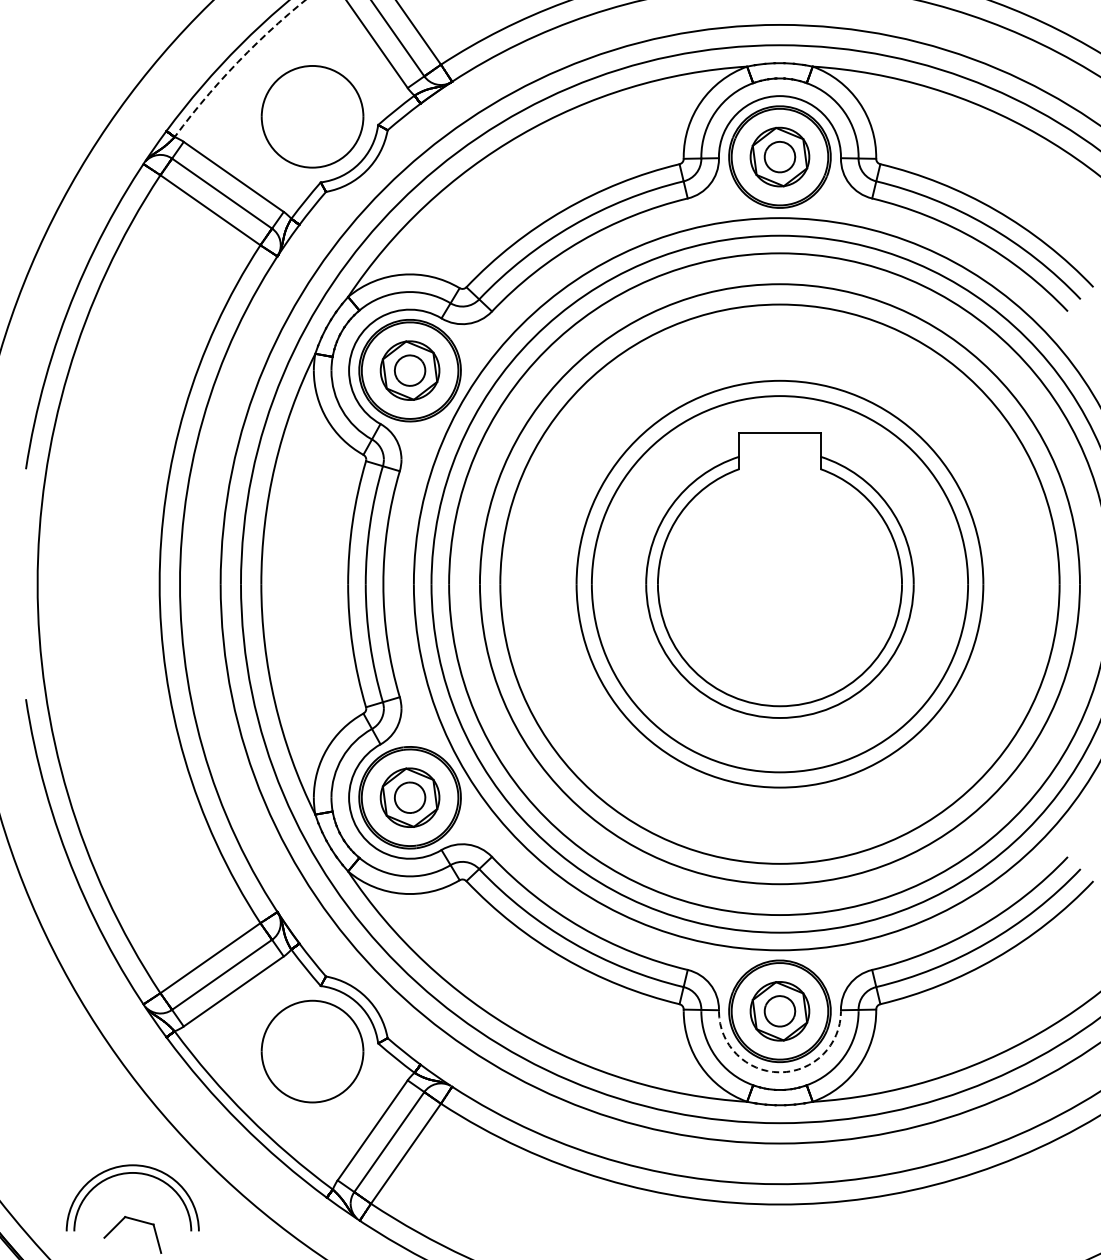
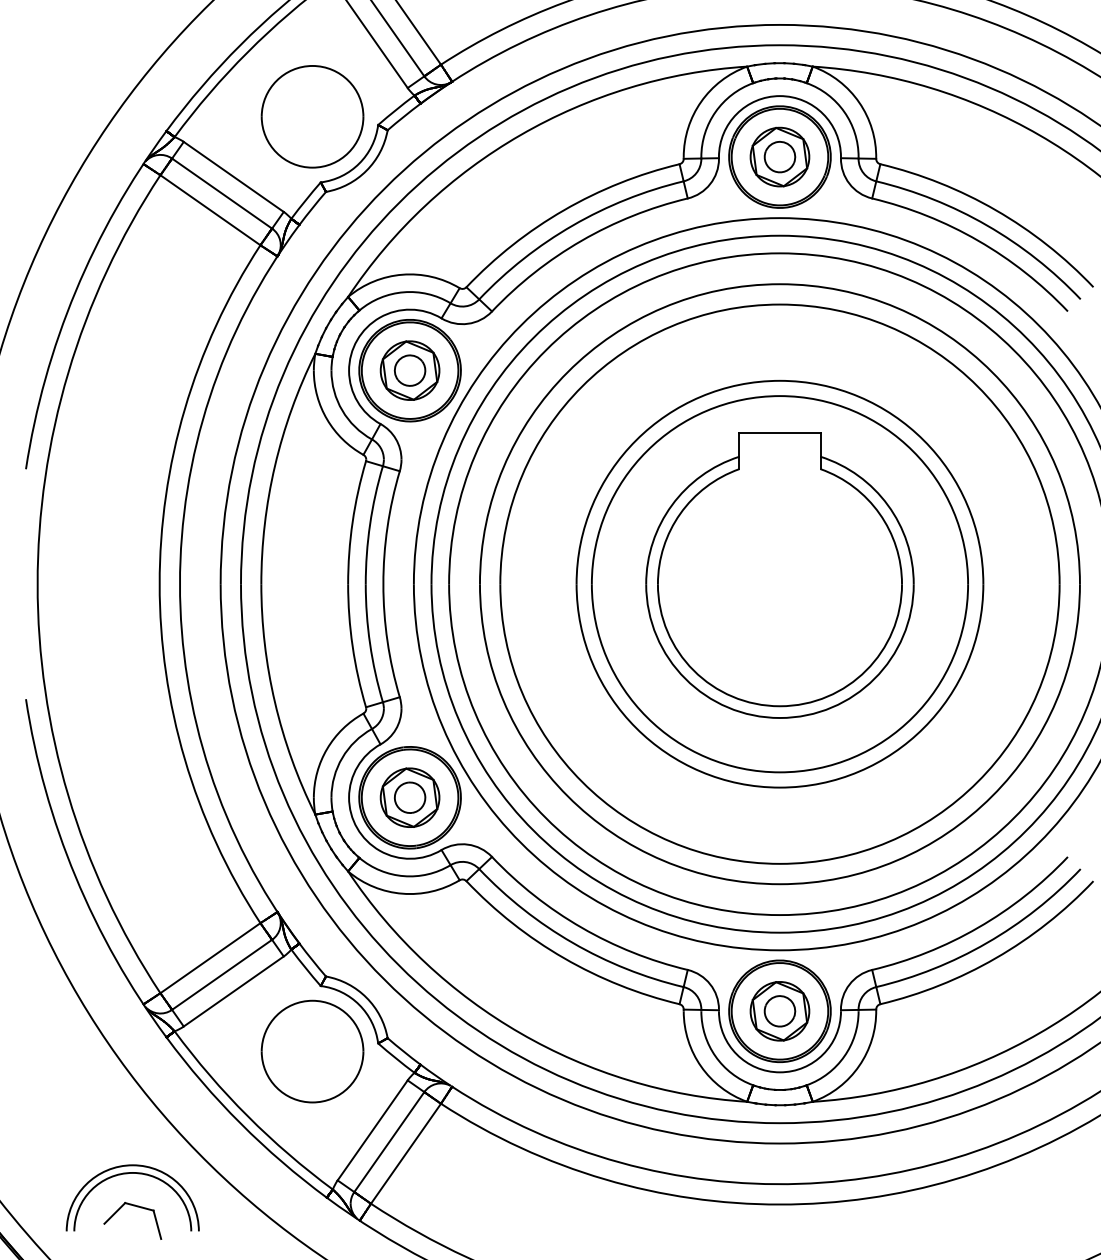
arc at (235, 64): dashed -> solid
arc at (779, 1072): dashed -> solid
part at (137, 1221) position: (137, 1221) -> (137, 1207)
